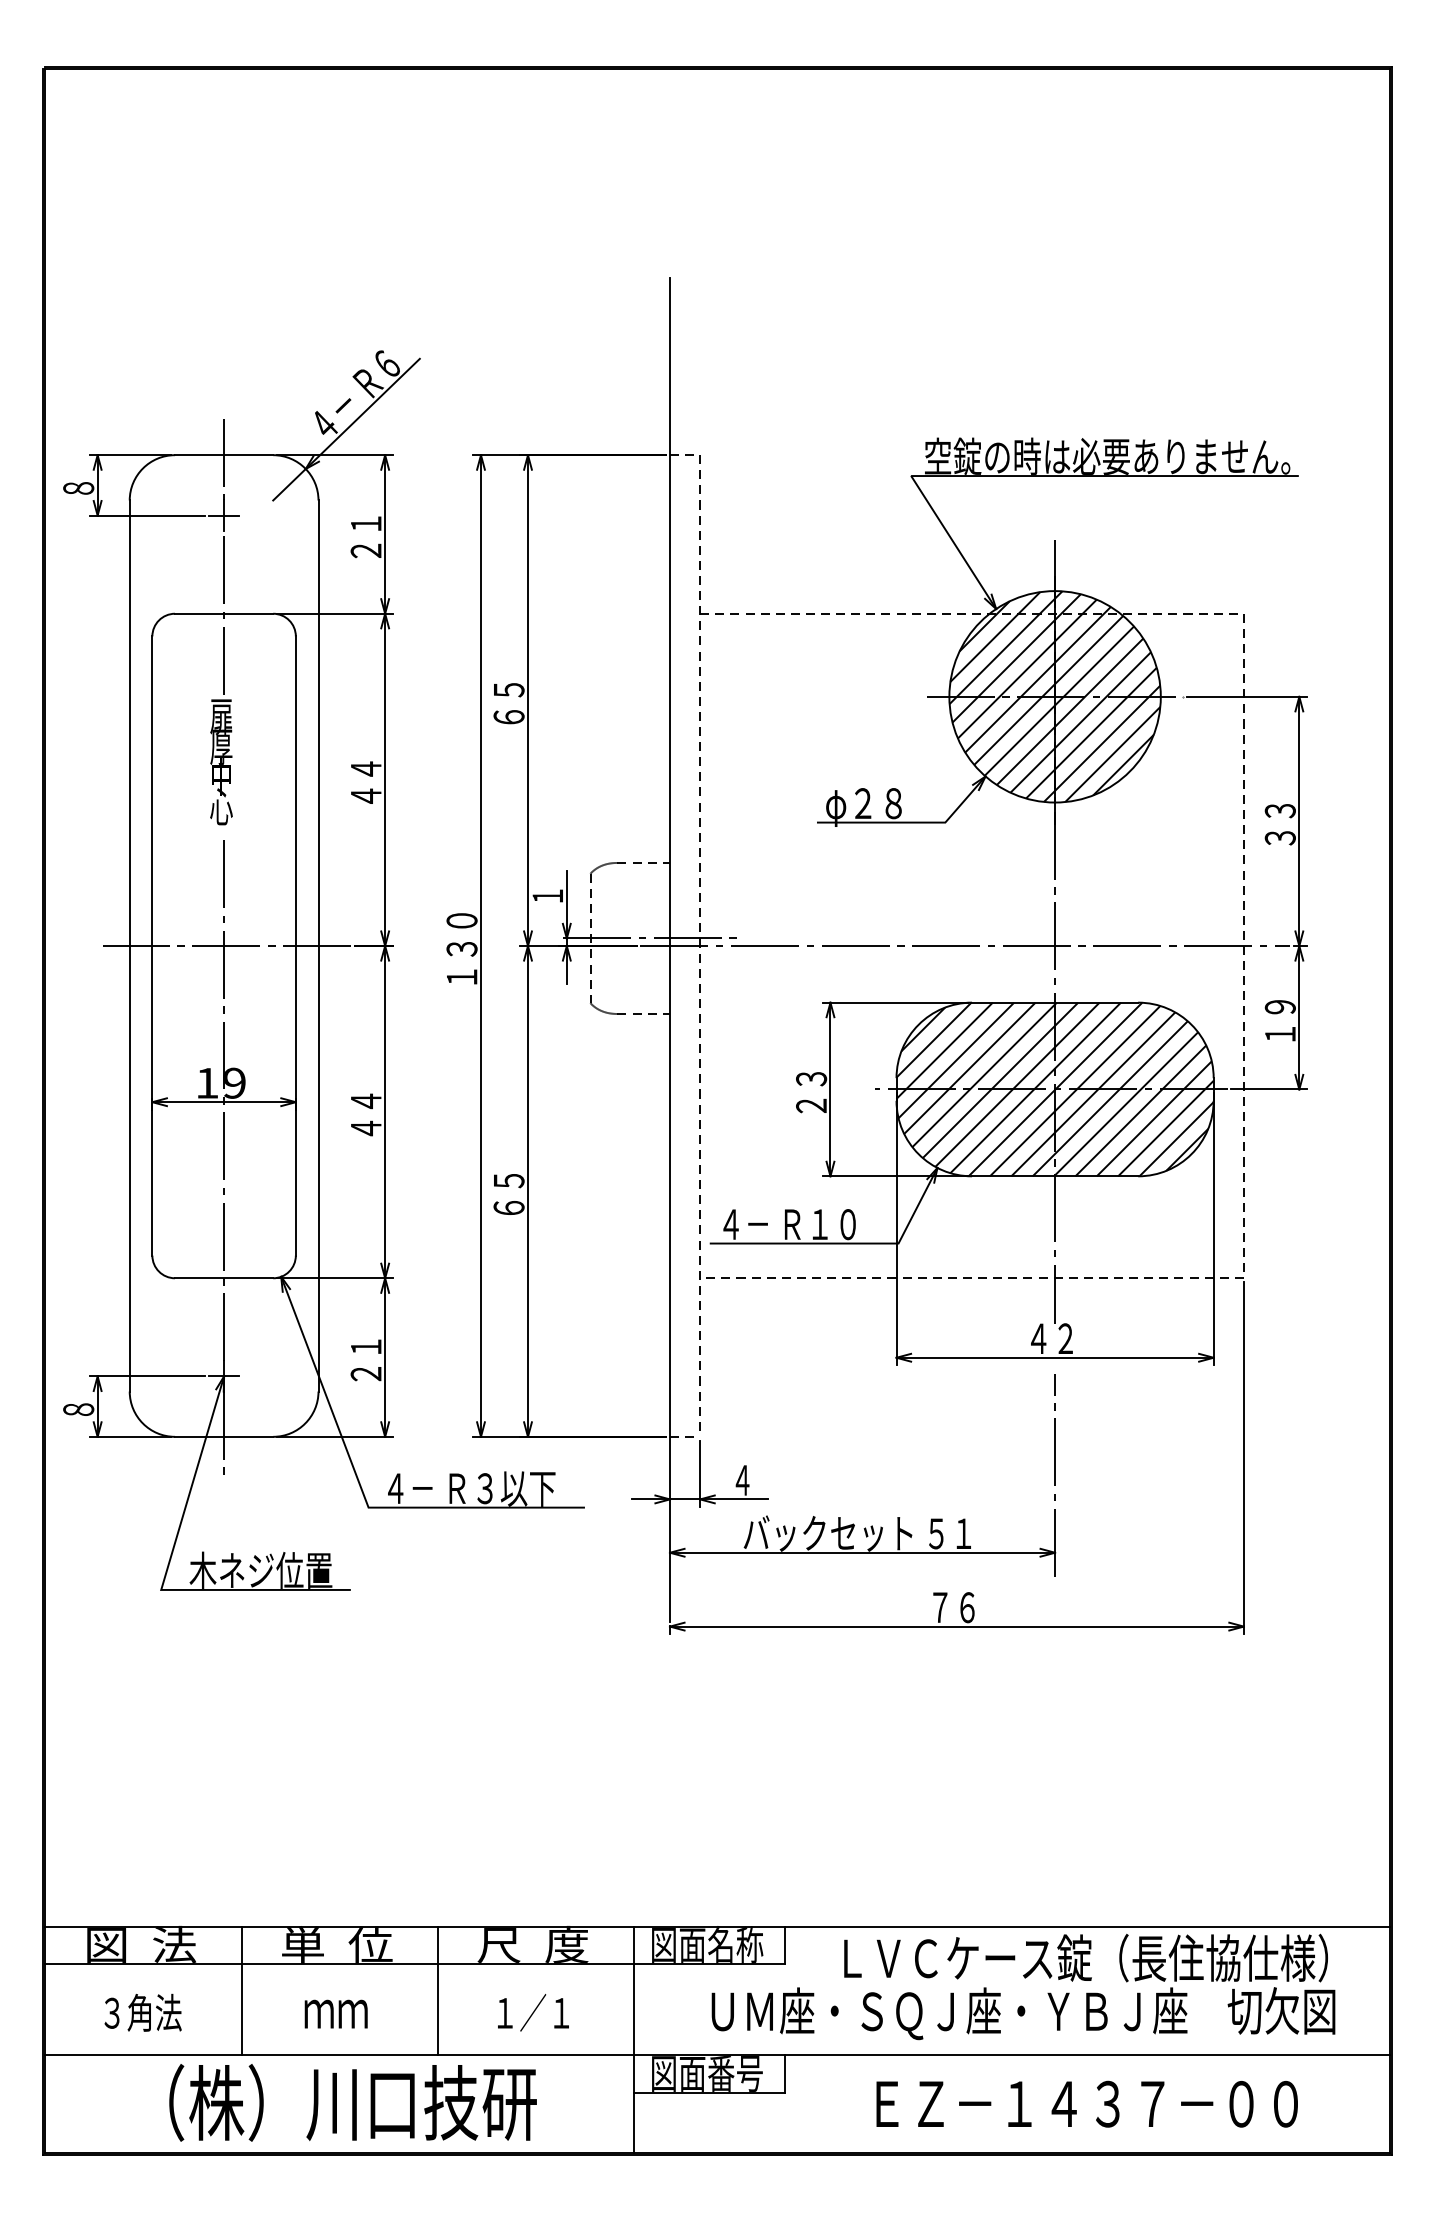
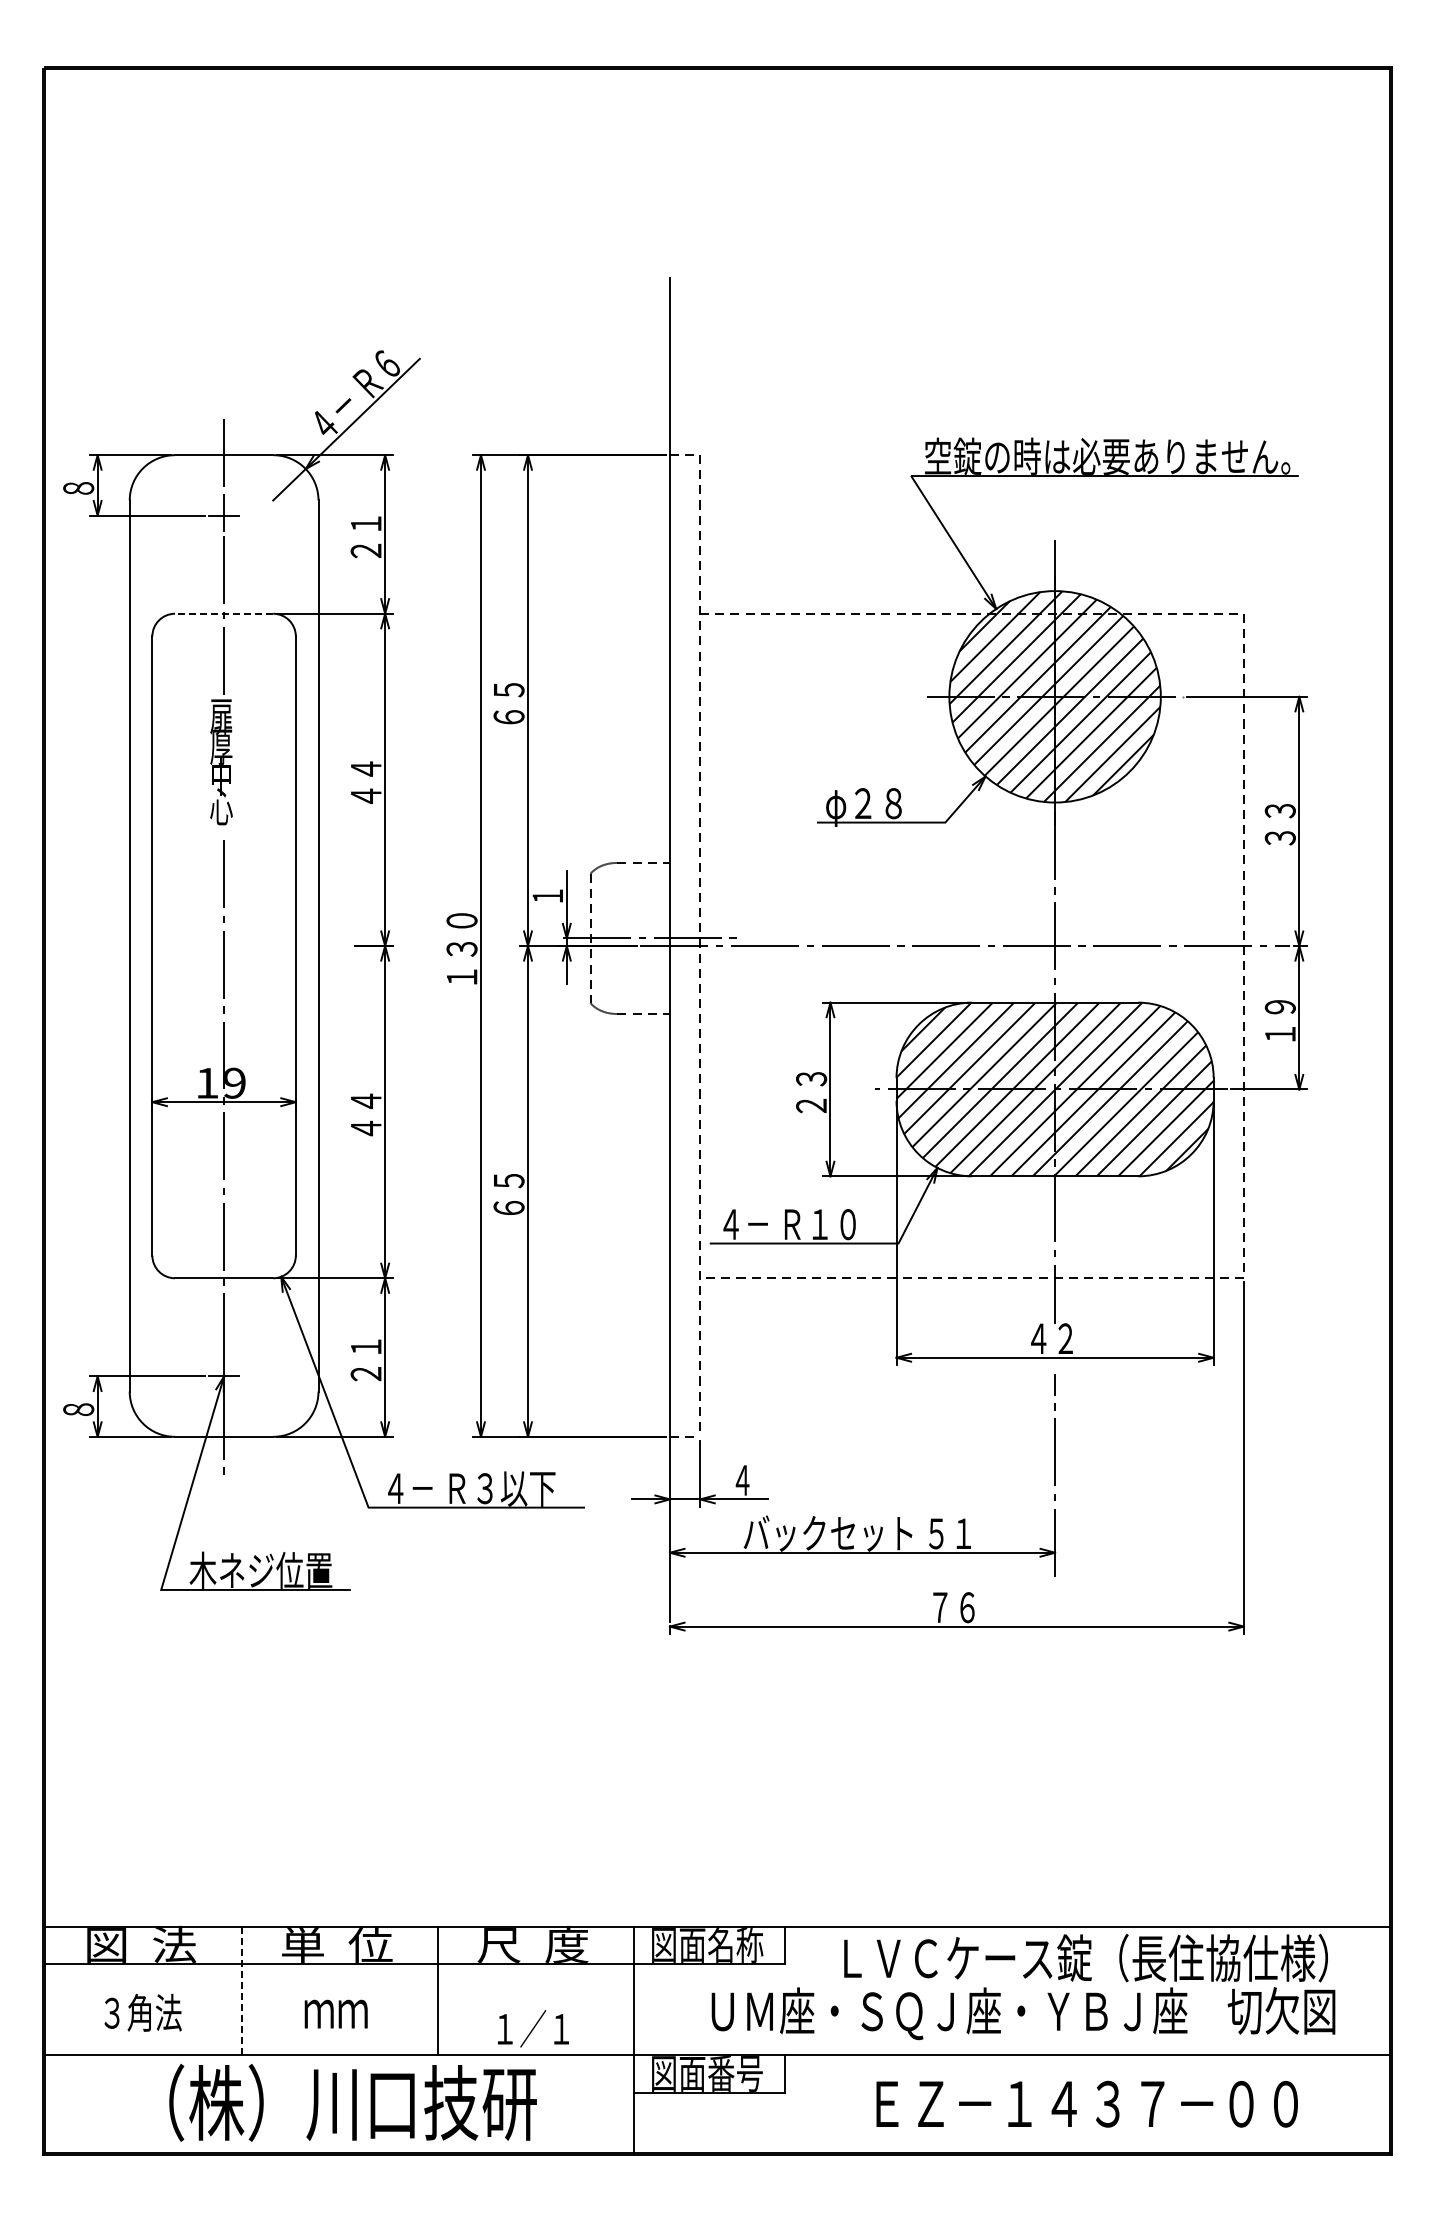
line at (223, 613): solid -> dashed
line at (226, 946): present -> none
line at (241, 1990): solid -> dashed
text at (533, 2012) position: (533, 2012) -> (533, 2028)
